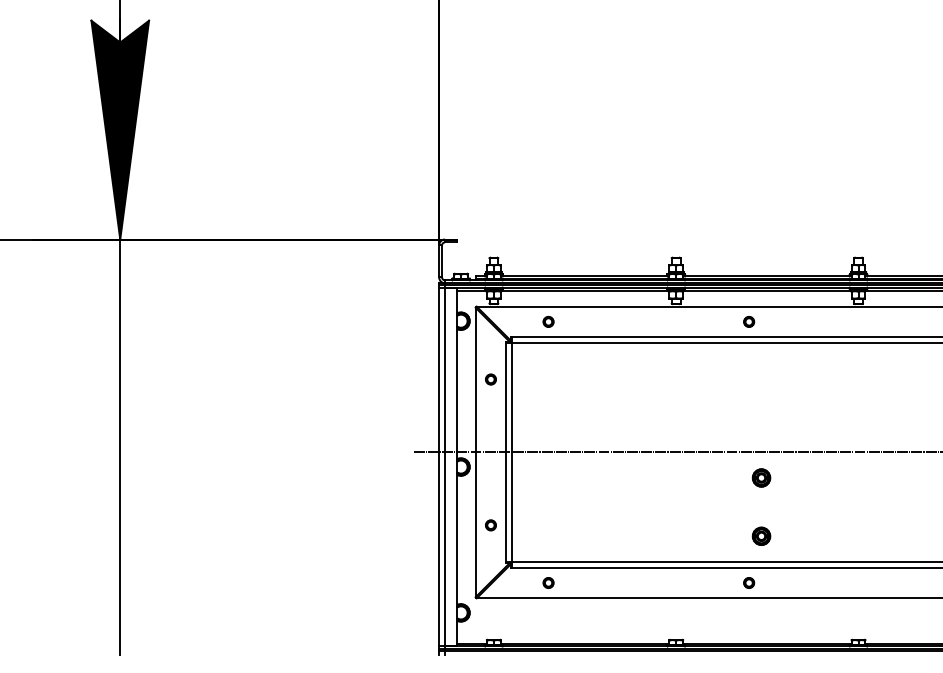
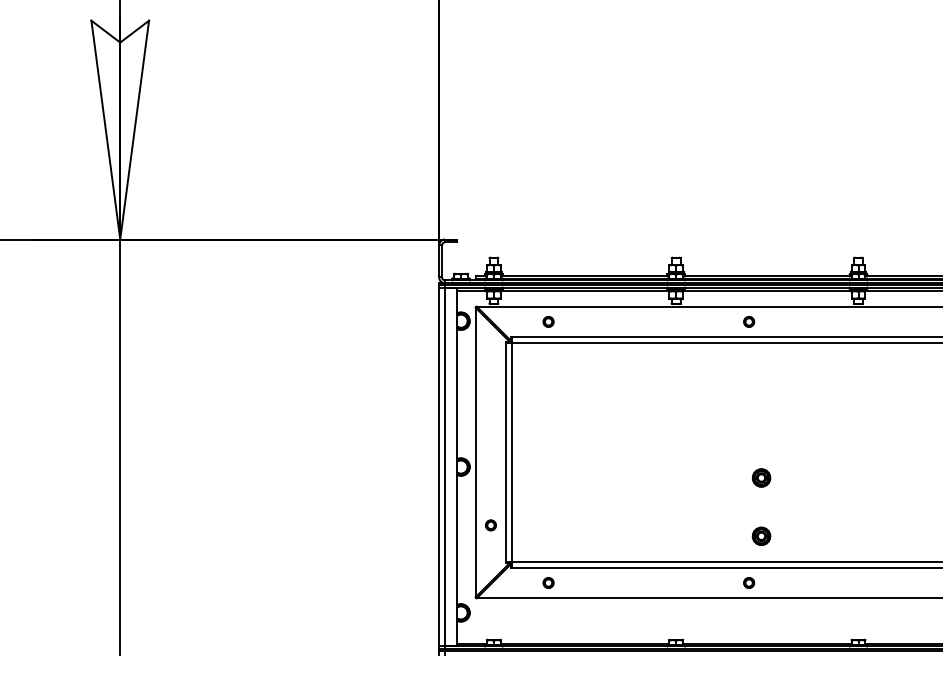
fill at (120, 129): present -> none
part at (490, 379): present -> none
line at (676, 452): present -> none
